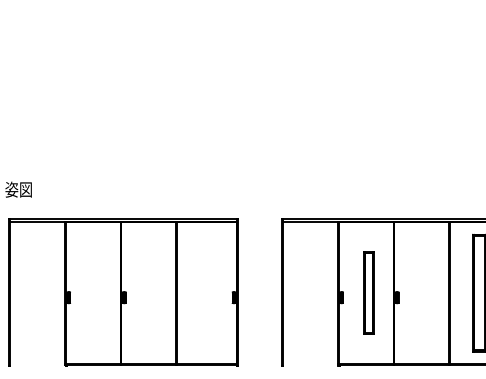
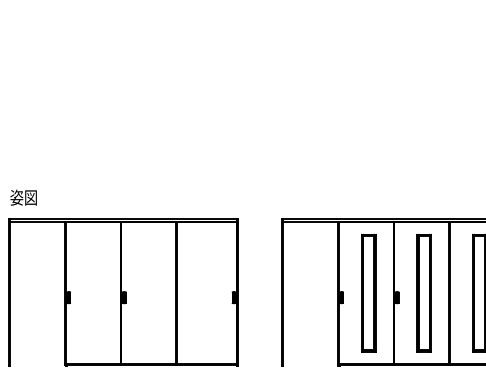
text at (18, 189) position: (18, 189) -> (23, 197)
part at (368, 292) size: 12x84 px -> 16x120 px
part at (423, 292): none -> present
